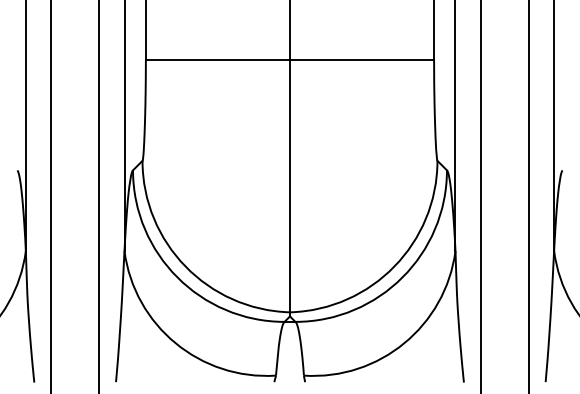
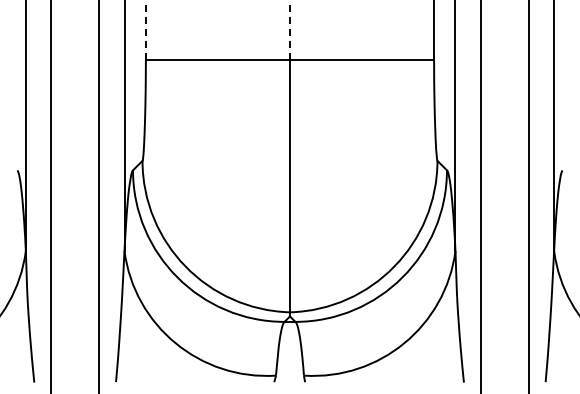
line at (145, 30): solid -> dashed
line at (290, 30): solid -> dashed
